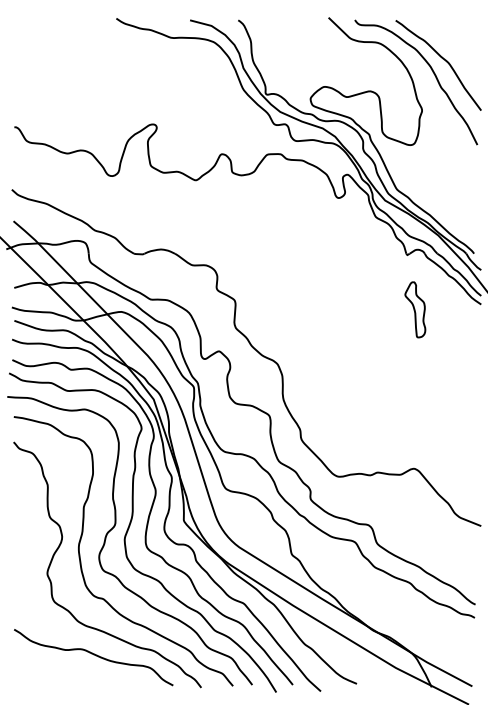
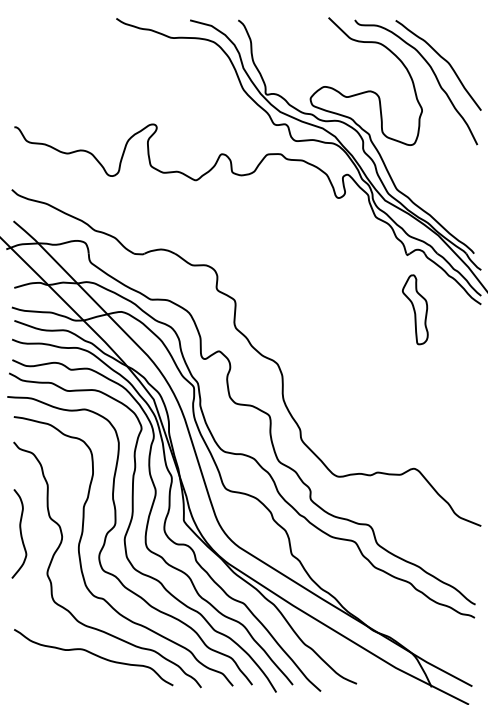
part at (415, 309) size: 23x58 px -> 27x72 px
curve at (20, 533): none -> present
